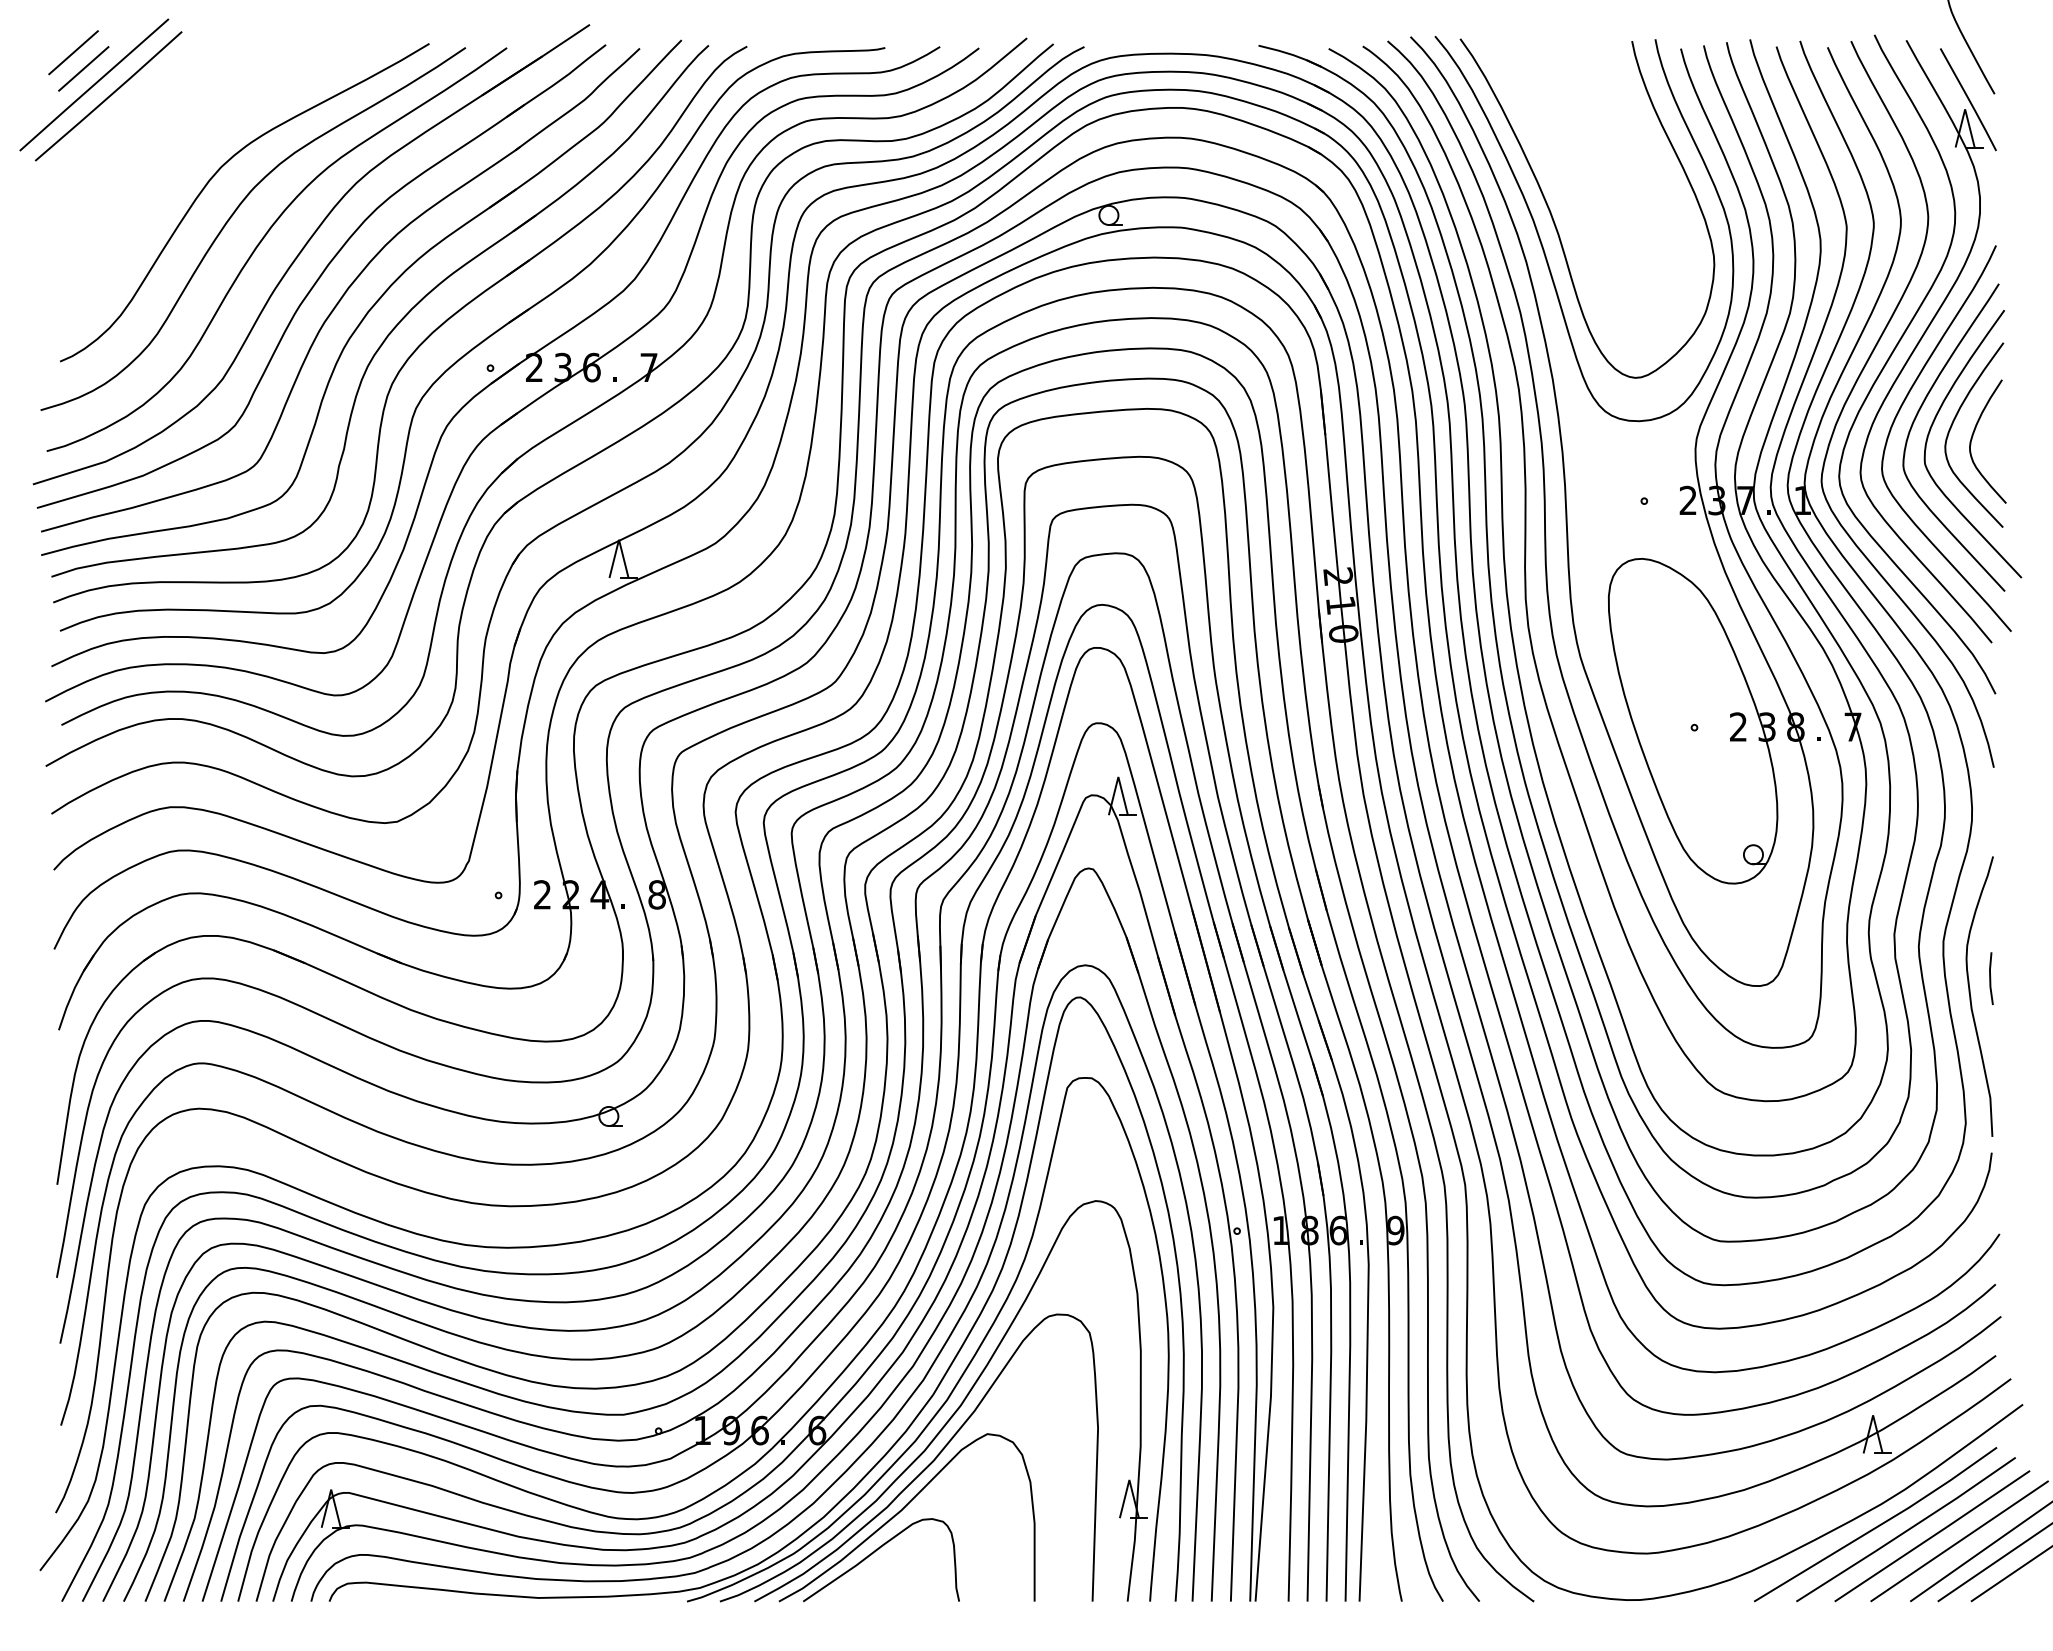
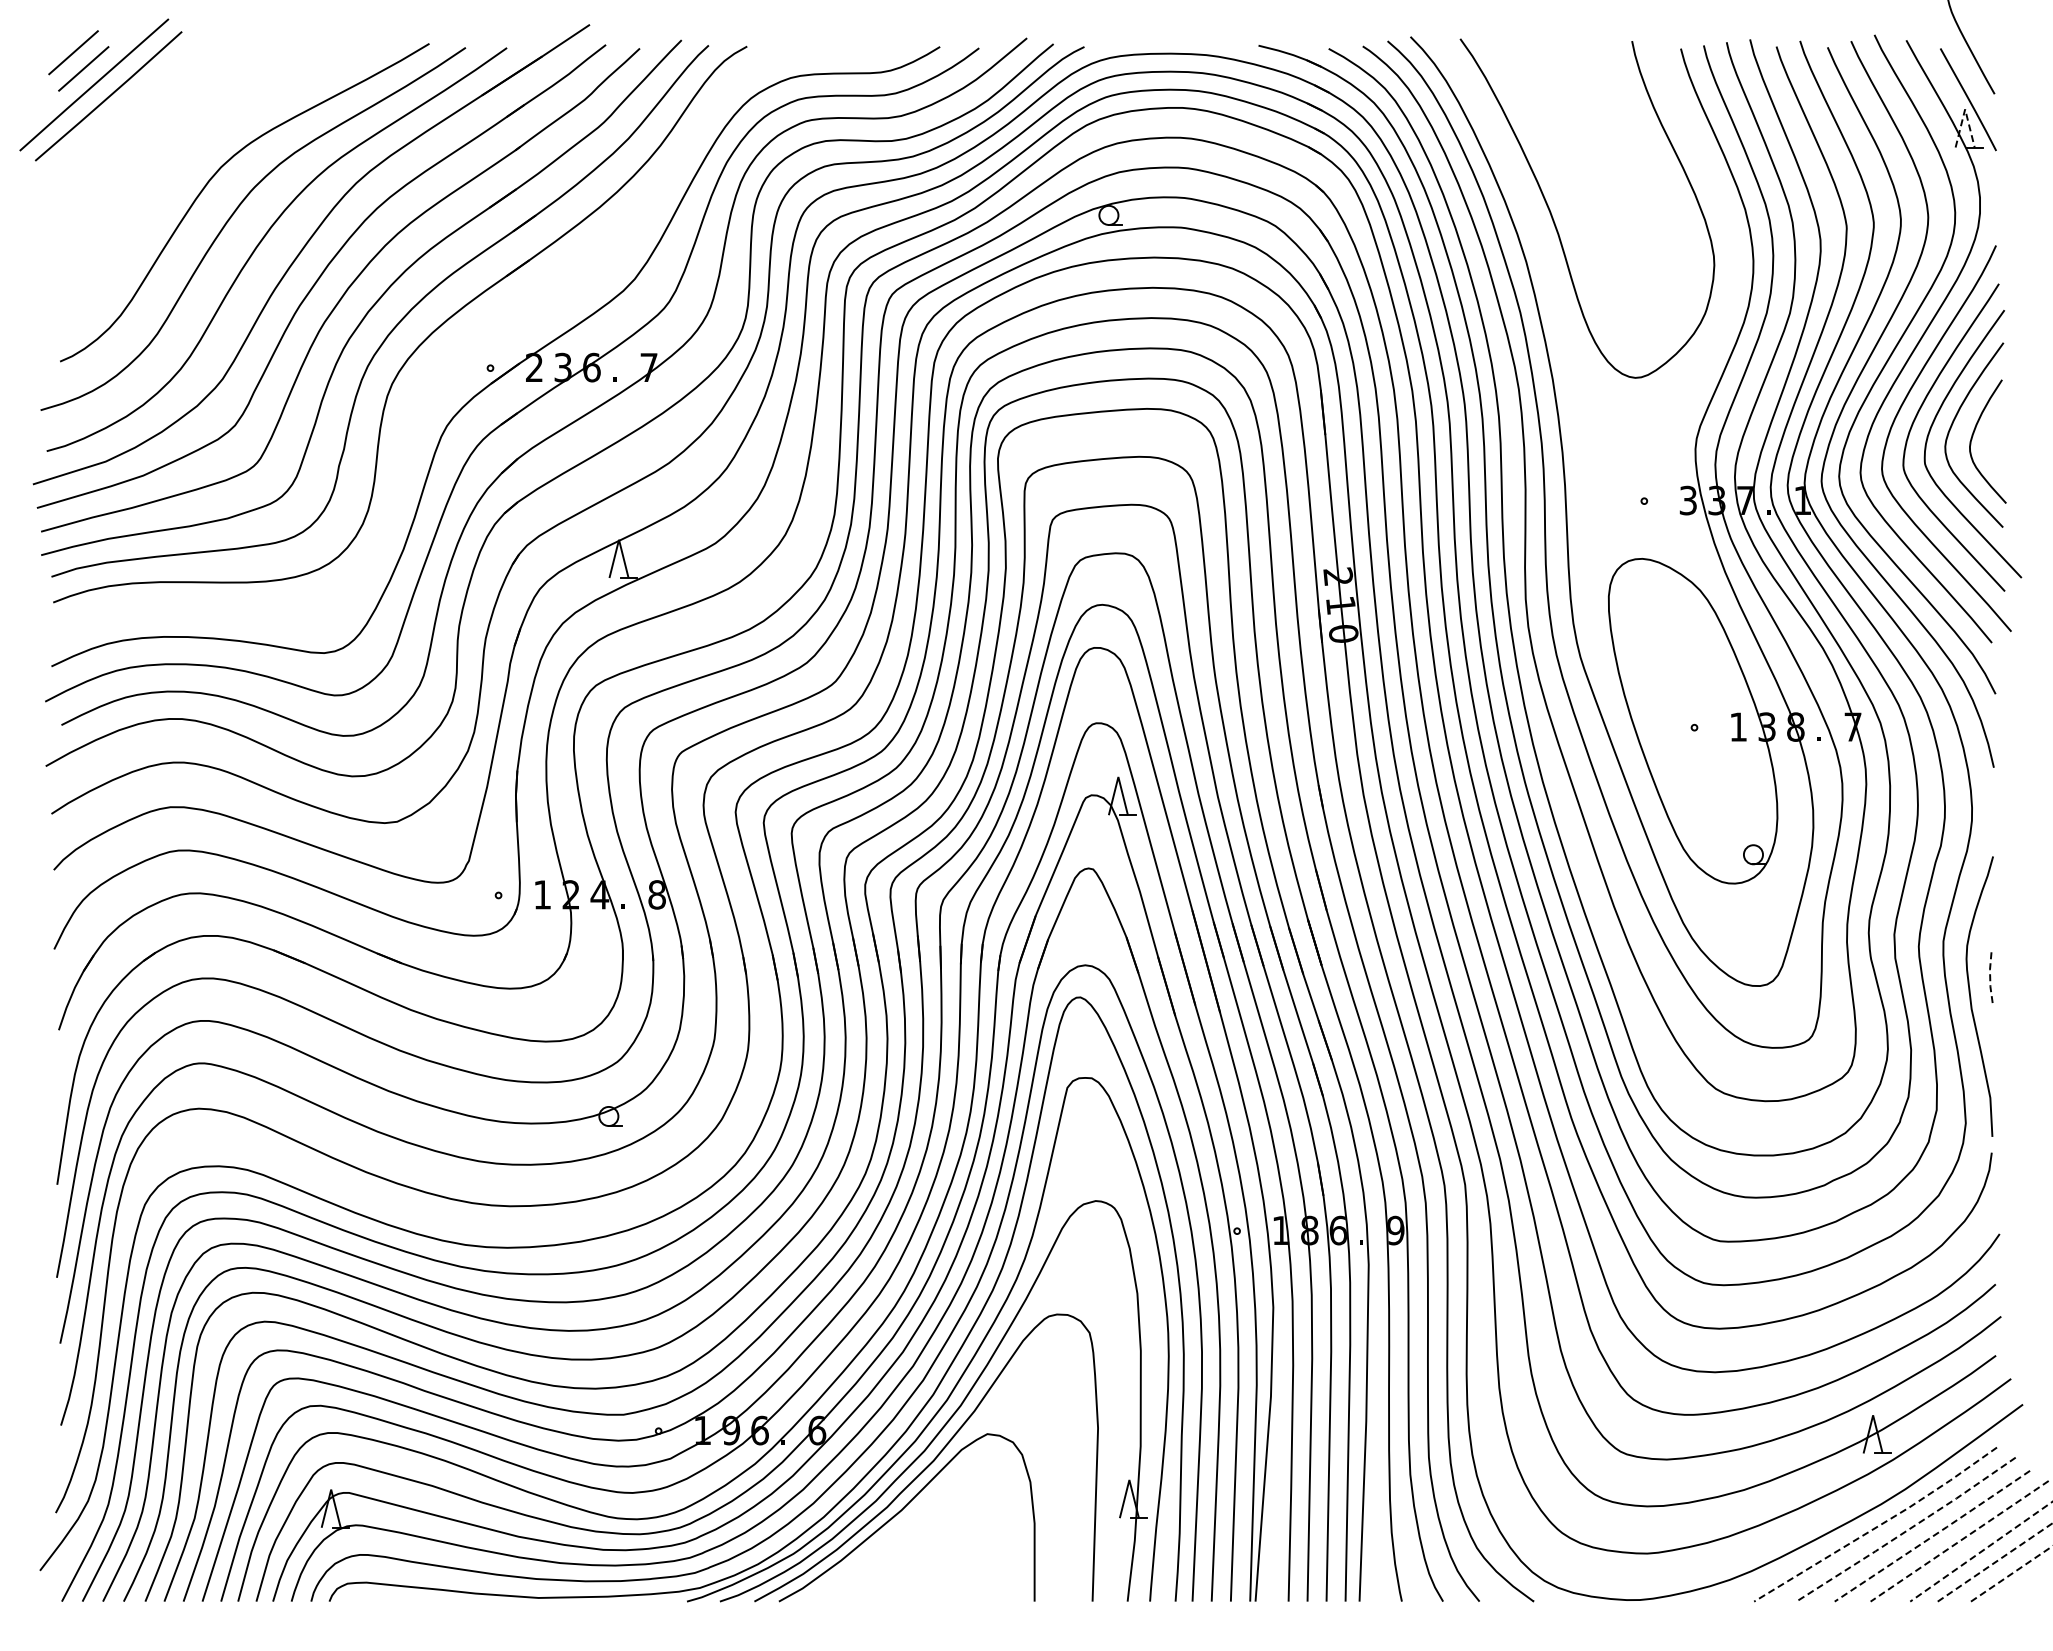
line at (1965, 109): solid -> dashed
curve at (1542, 243): present -> none
part at (475, 345): present -> none
text at (1687, 500): 2 -> 3
text at (1738, 726): 2 -> 1
text at (542, 894): 2 -> 1
line at (1990, 979): solid -> dashed
line at (1877, 1526): solid -> dashed
line at (1906, 1531): solid -> dashed
line at (1932, 1536): solid -> dashed
line at (1959, 1541): solid -> dashed
line at (1981, 1551): solid -> dashed
curve at (875, 1552): present -> none
line at (1995, 1562): solid -> dashed
line at (2012, 1573): solid -> dashed
